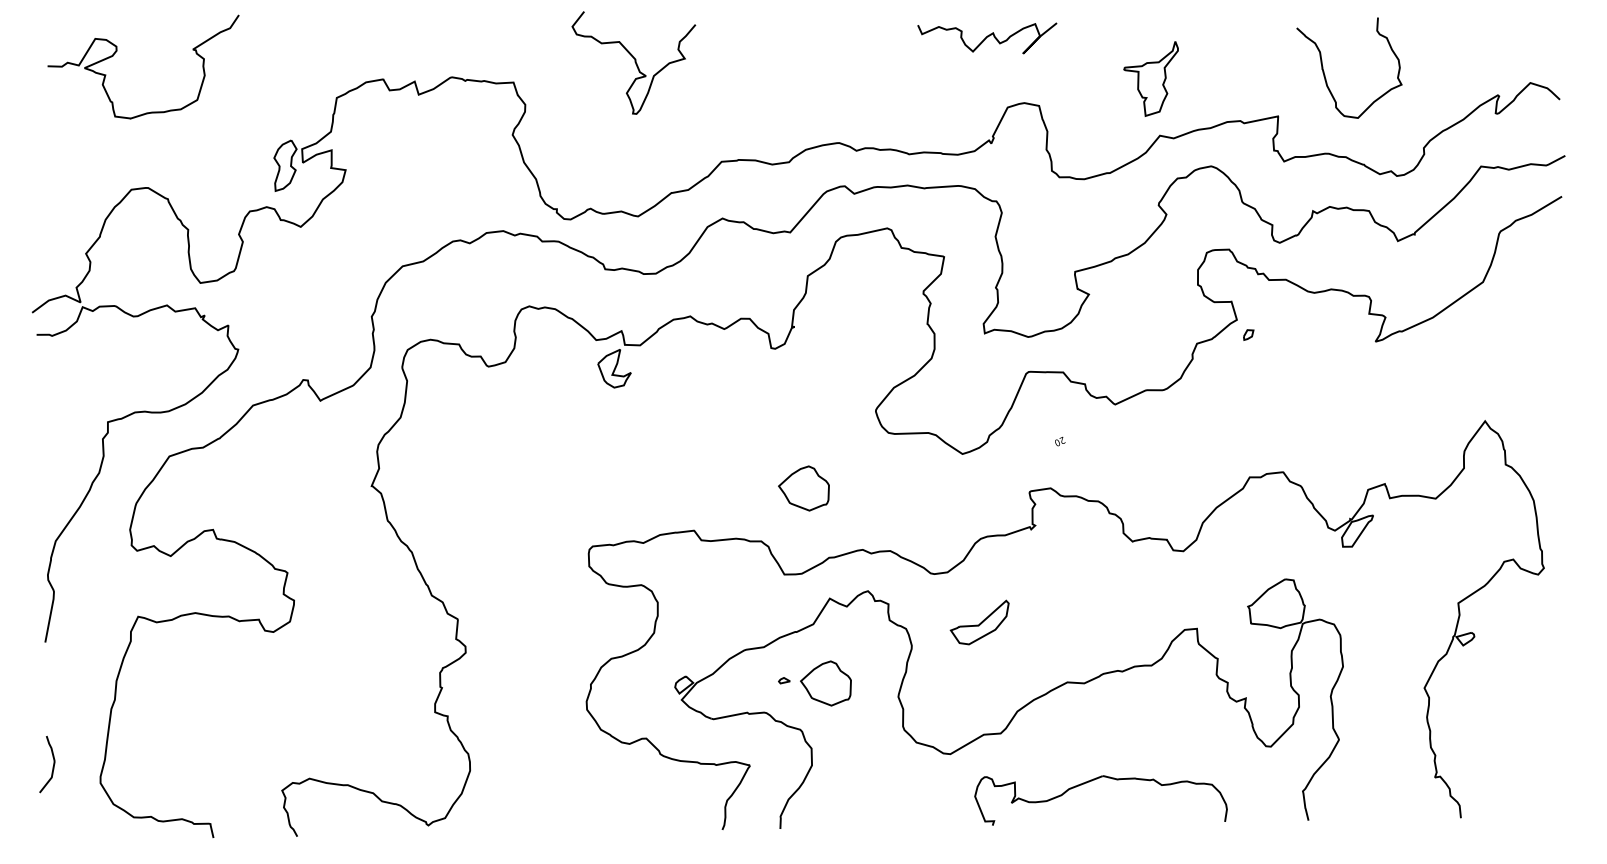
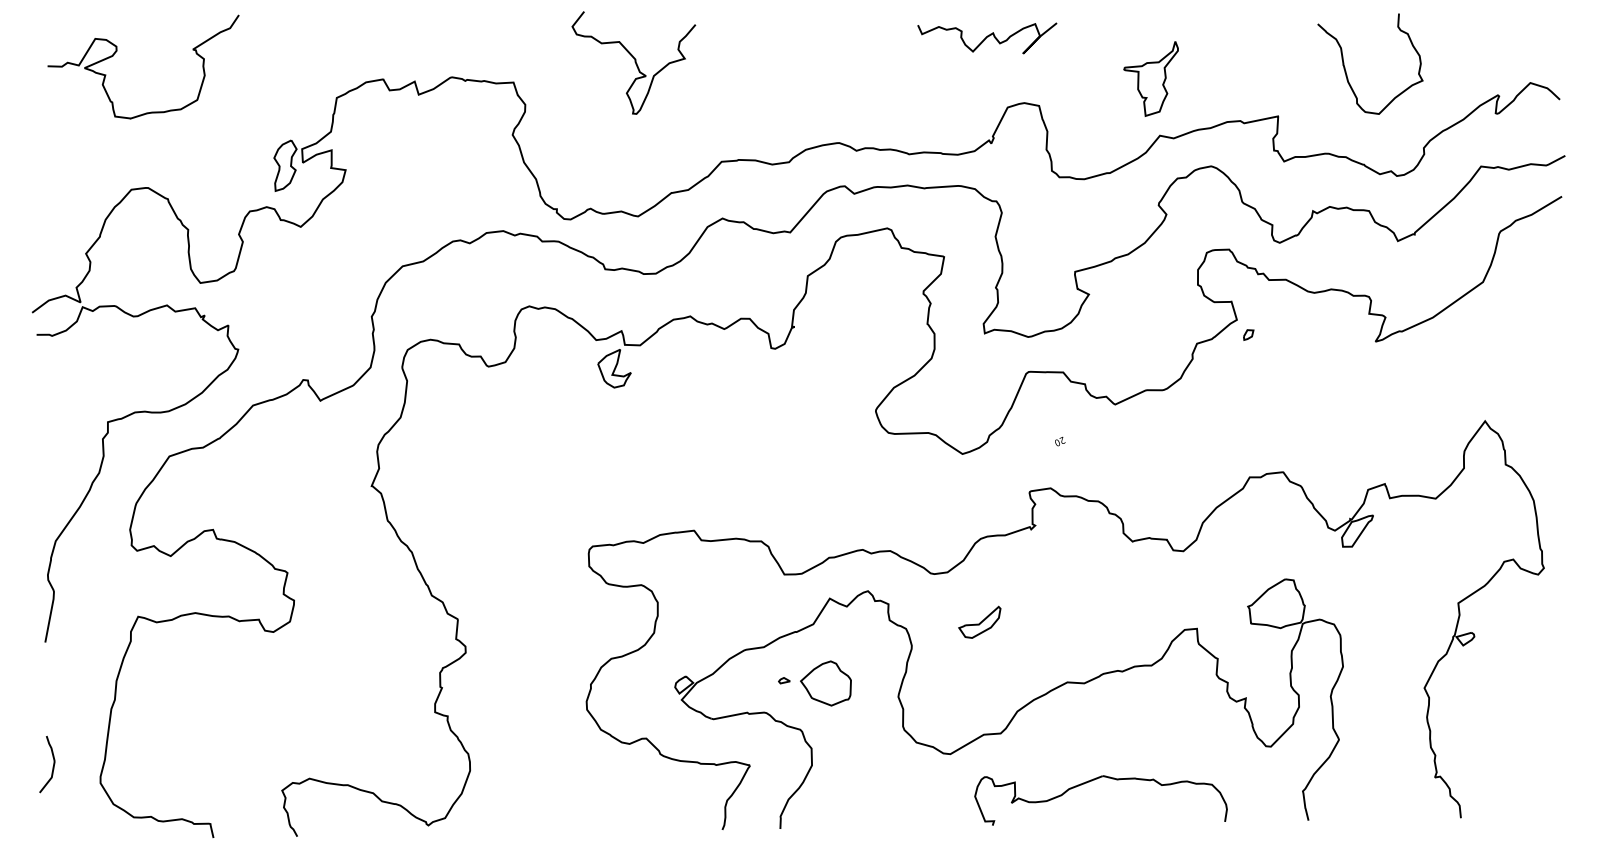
curve at (1325, 75) position: (1325, 75) -> (1346, 71)
part at (803, 488): present -> none
part at (979, 622) size: 61x47 px -> 44x34 px
